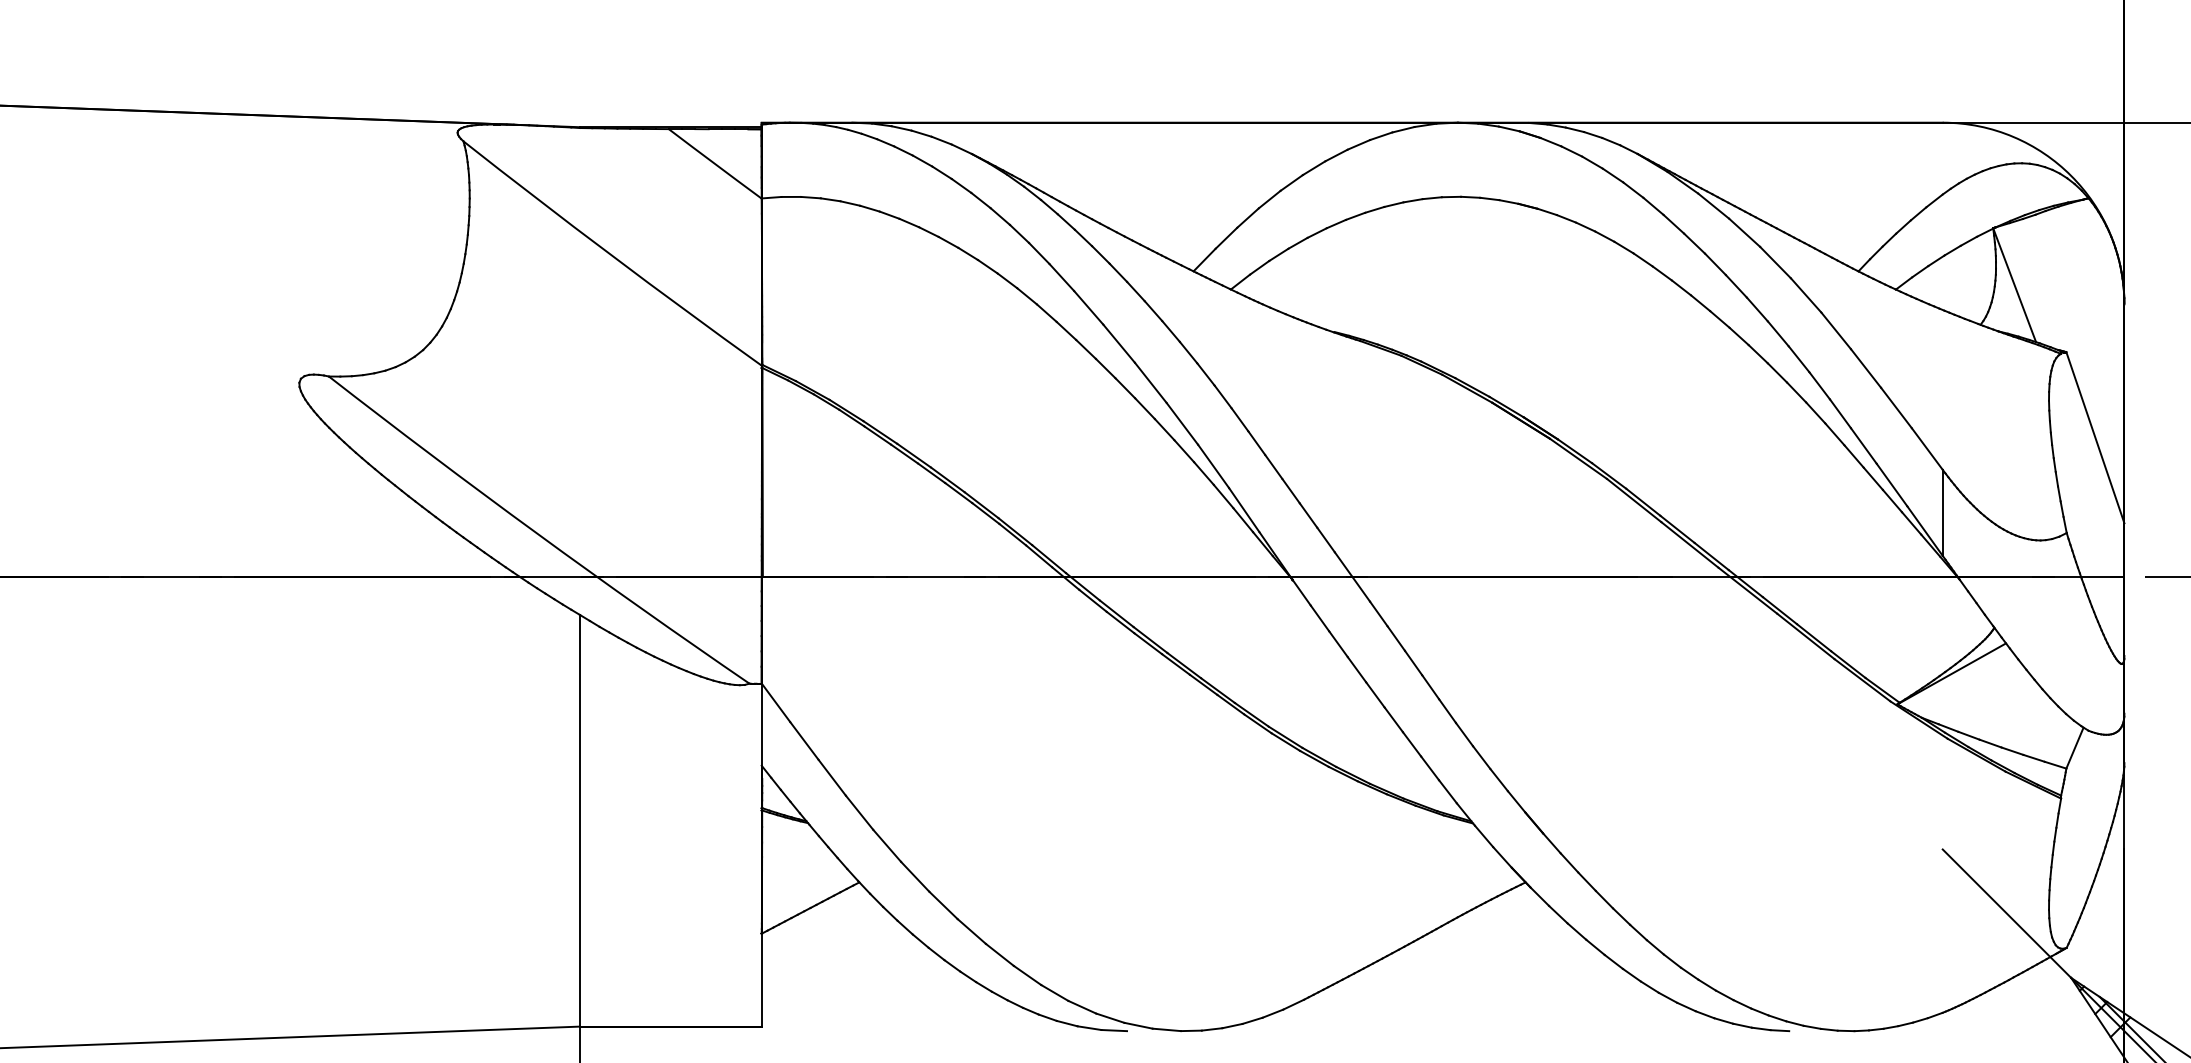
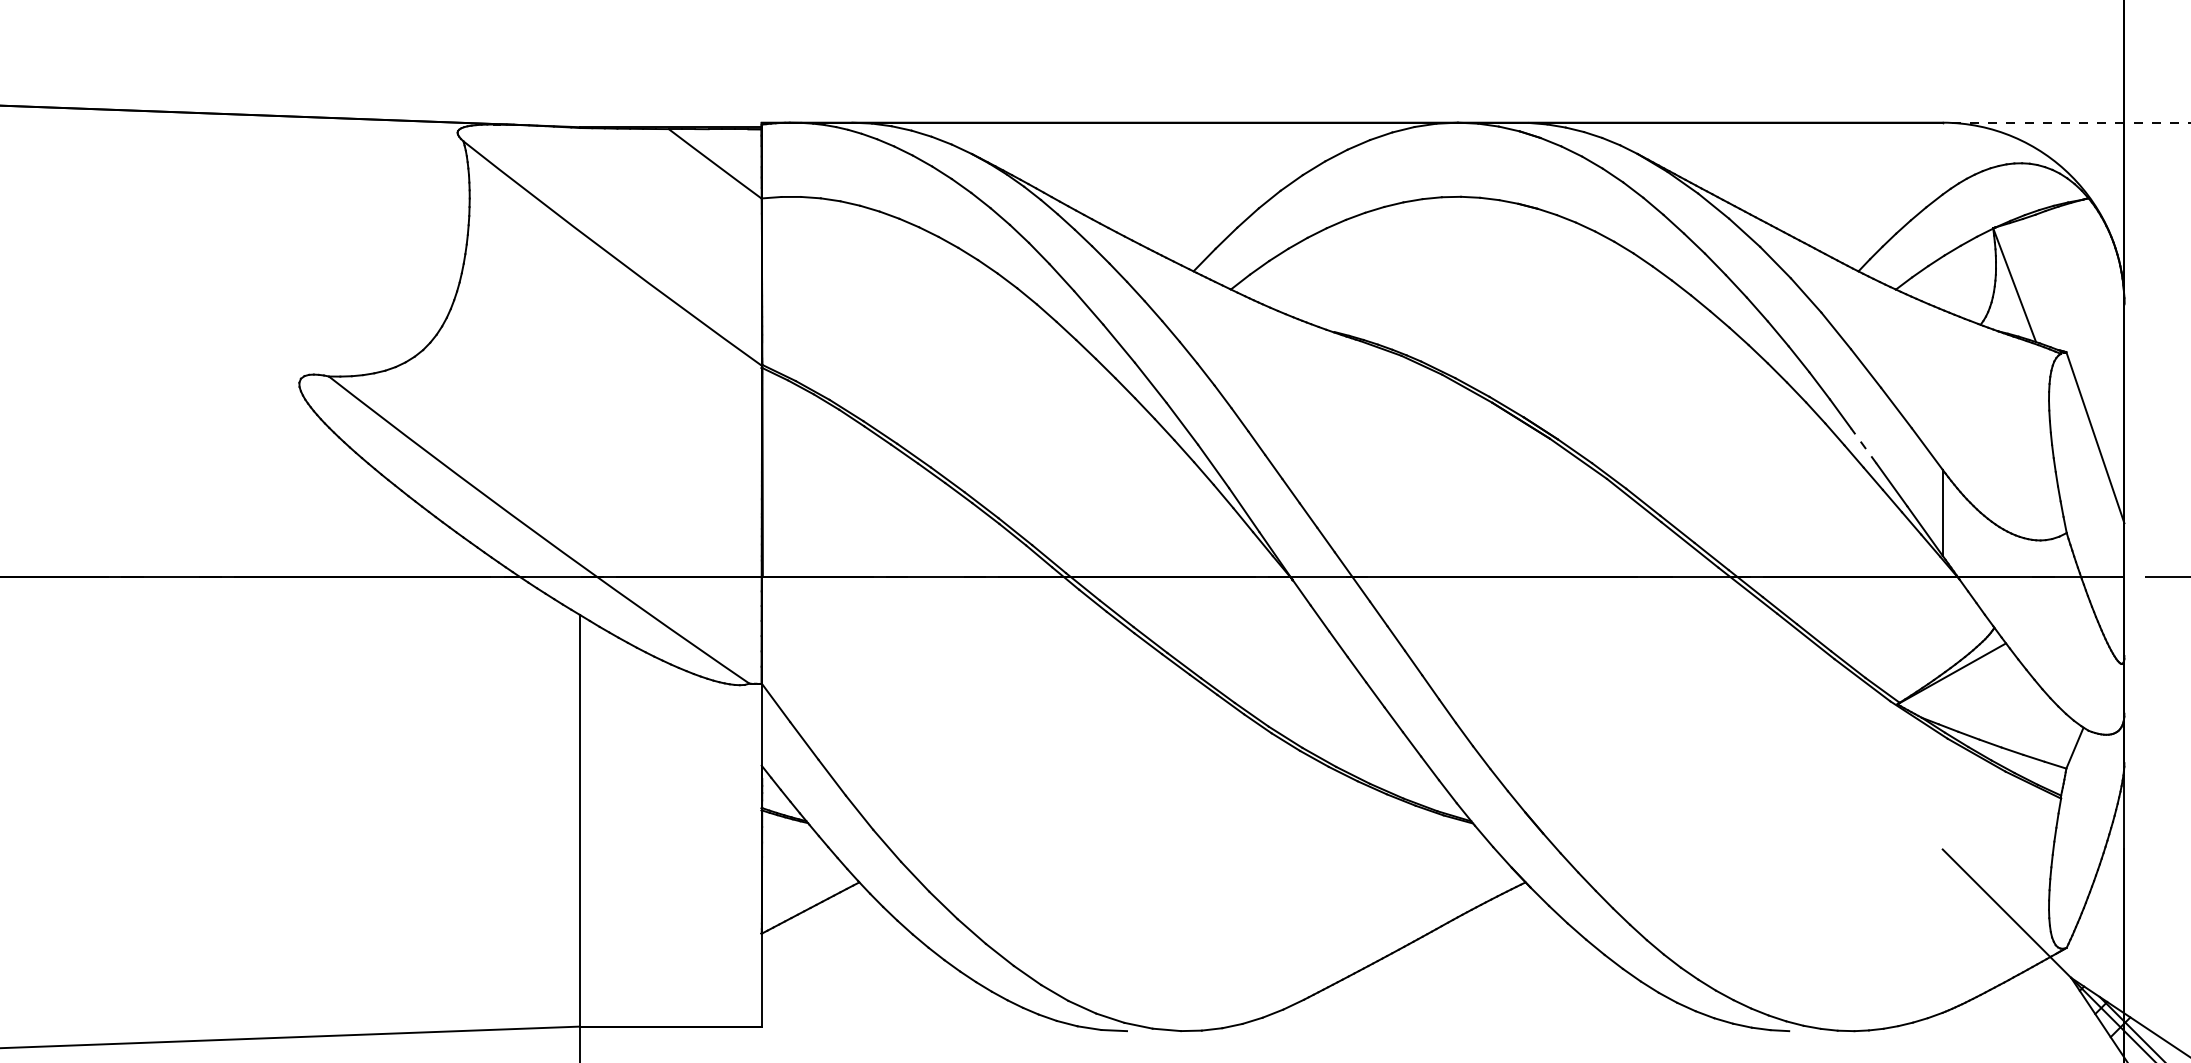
line at (2066, 122): solid -> dashed
line at (1863, 445): solid -> dashed
